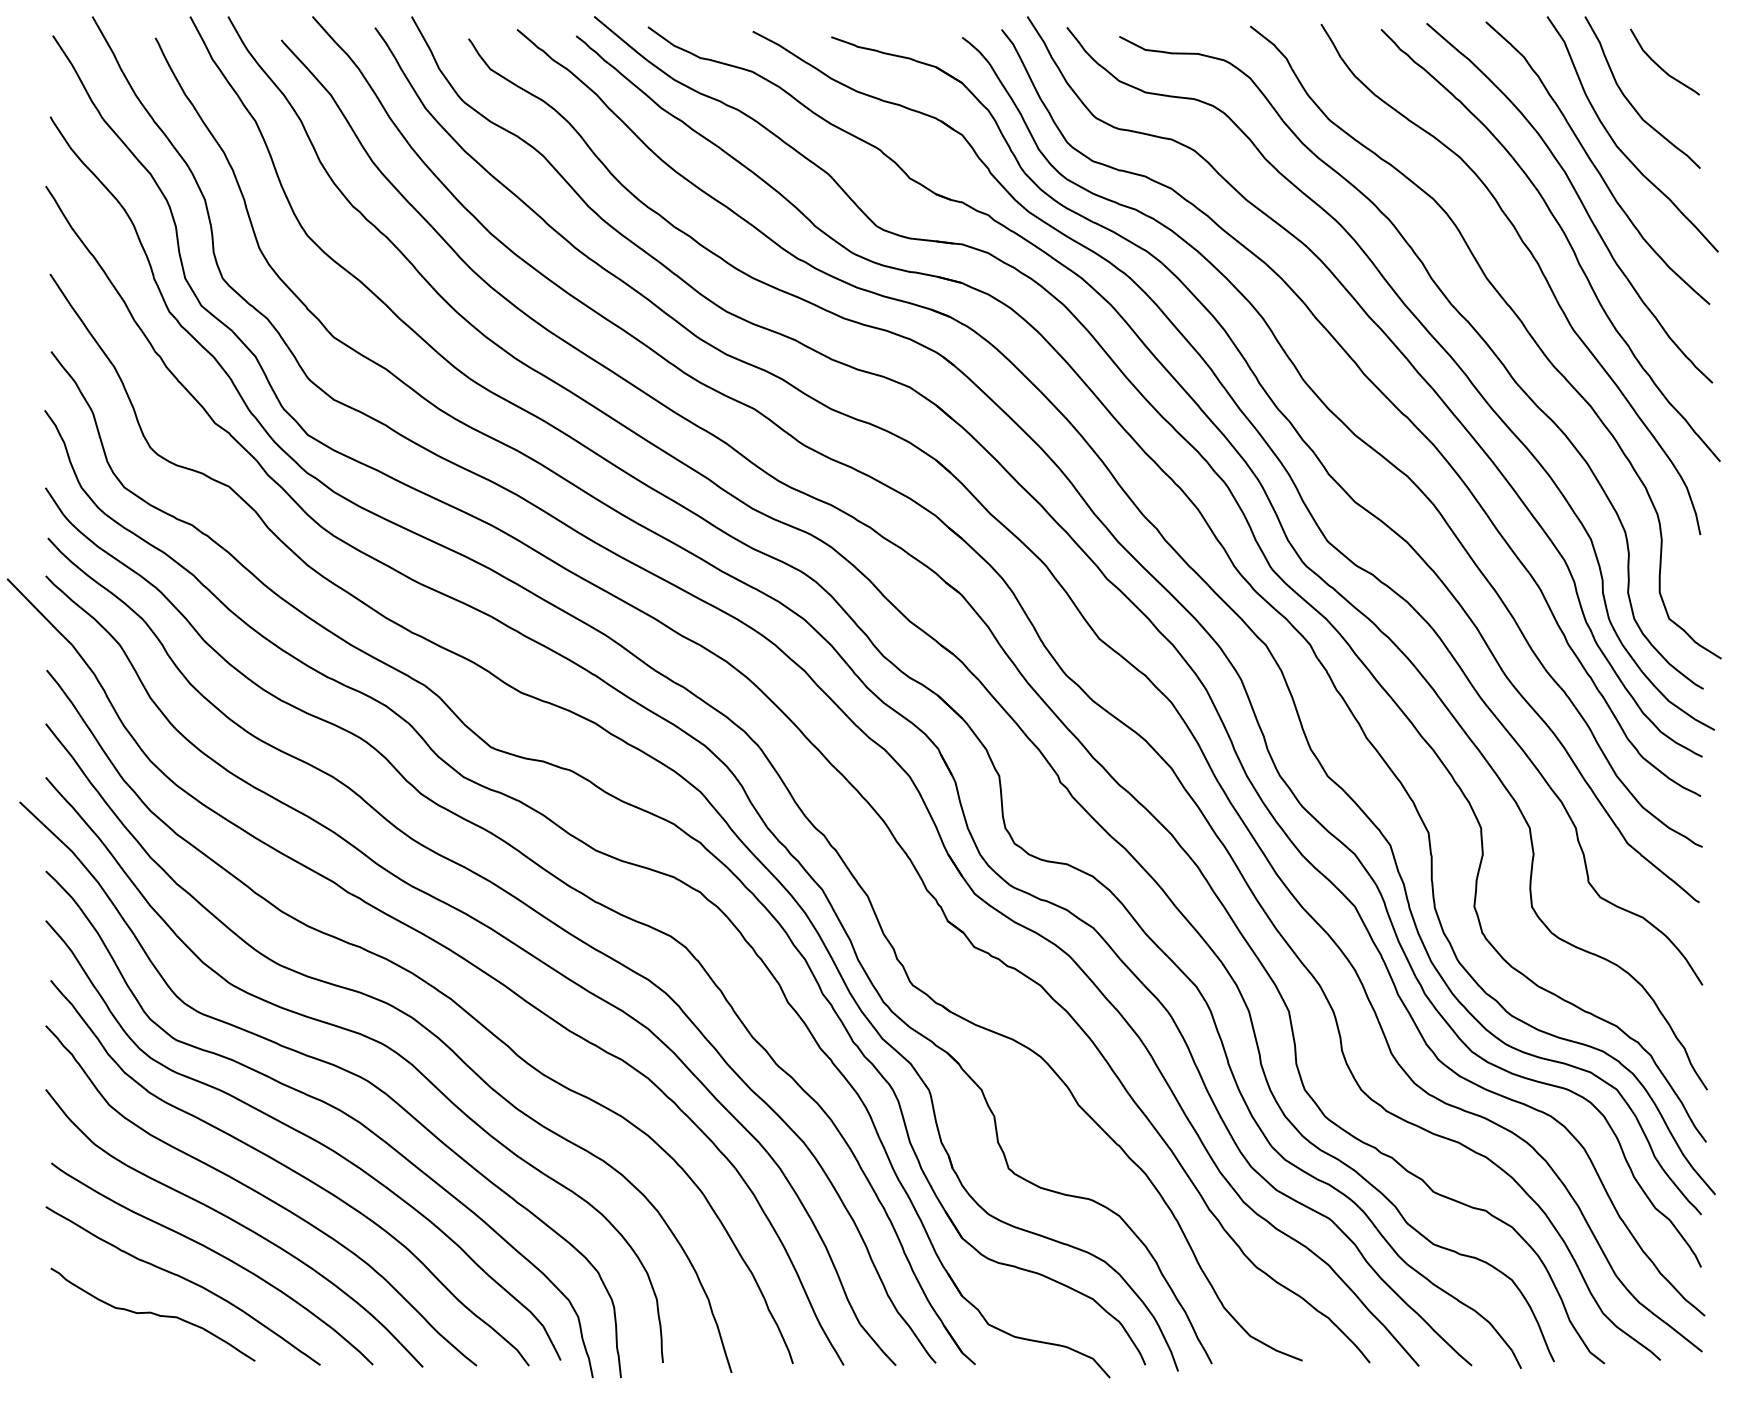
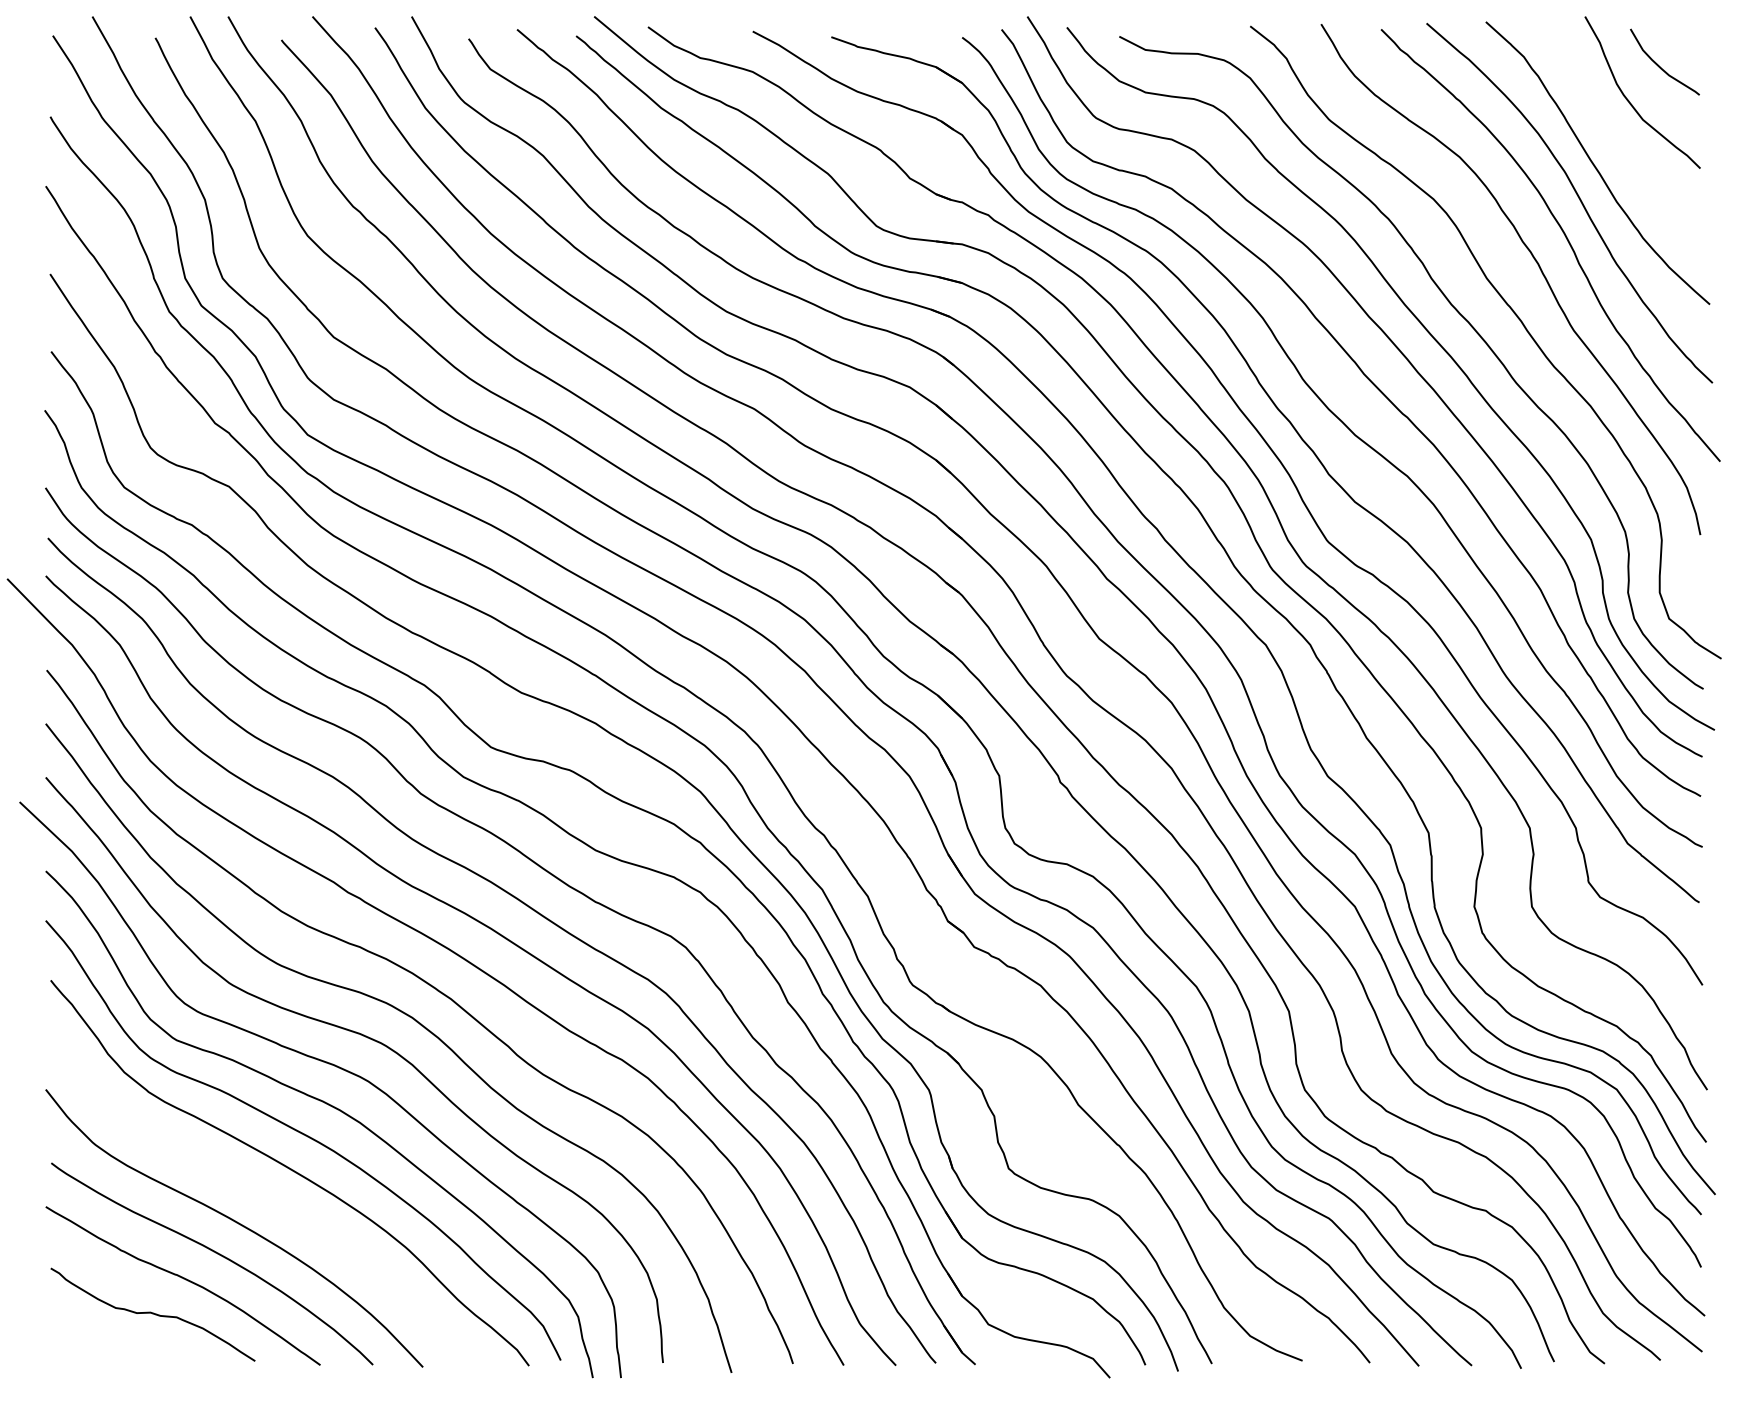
curve at (1616, 143): present -> none
curve at (261, 1195): present -> none
